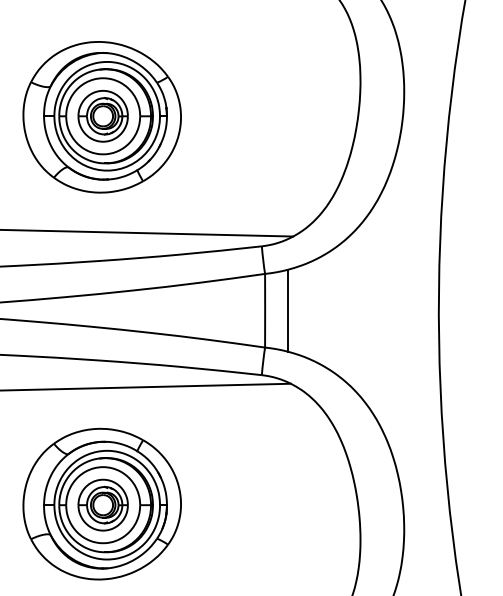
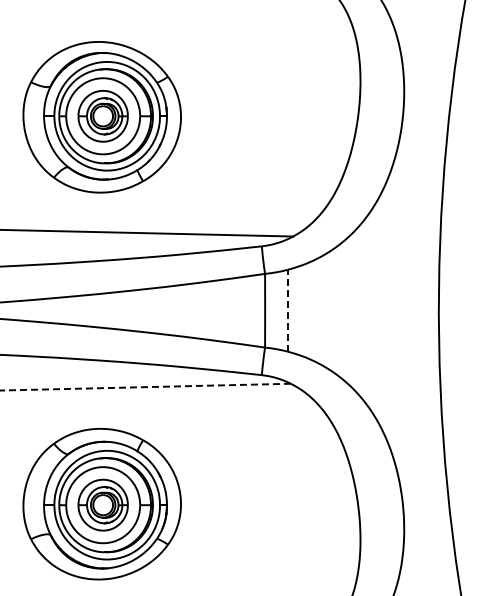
line at (287, 310): solid -> dashed
line at (145, 387): solid -> dashed
